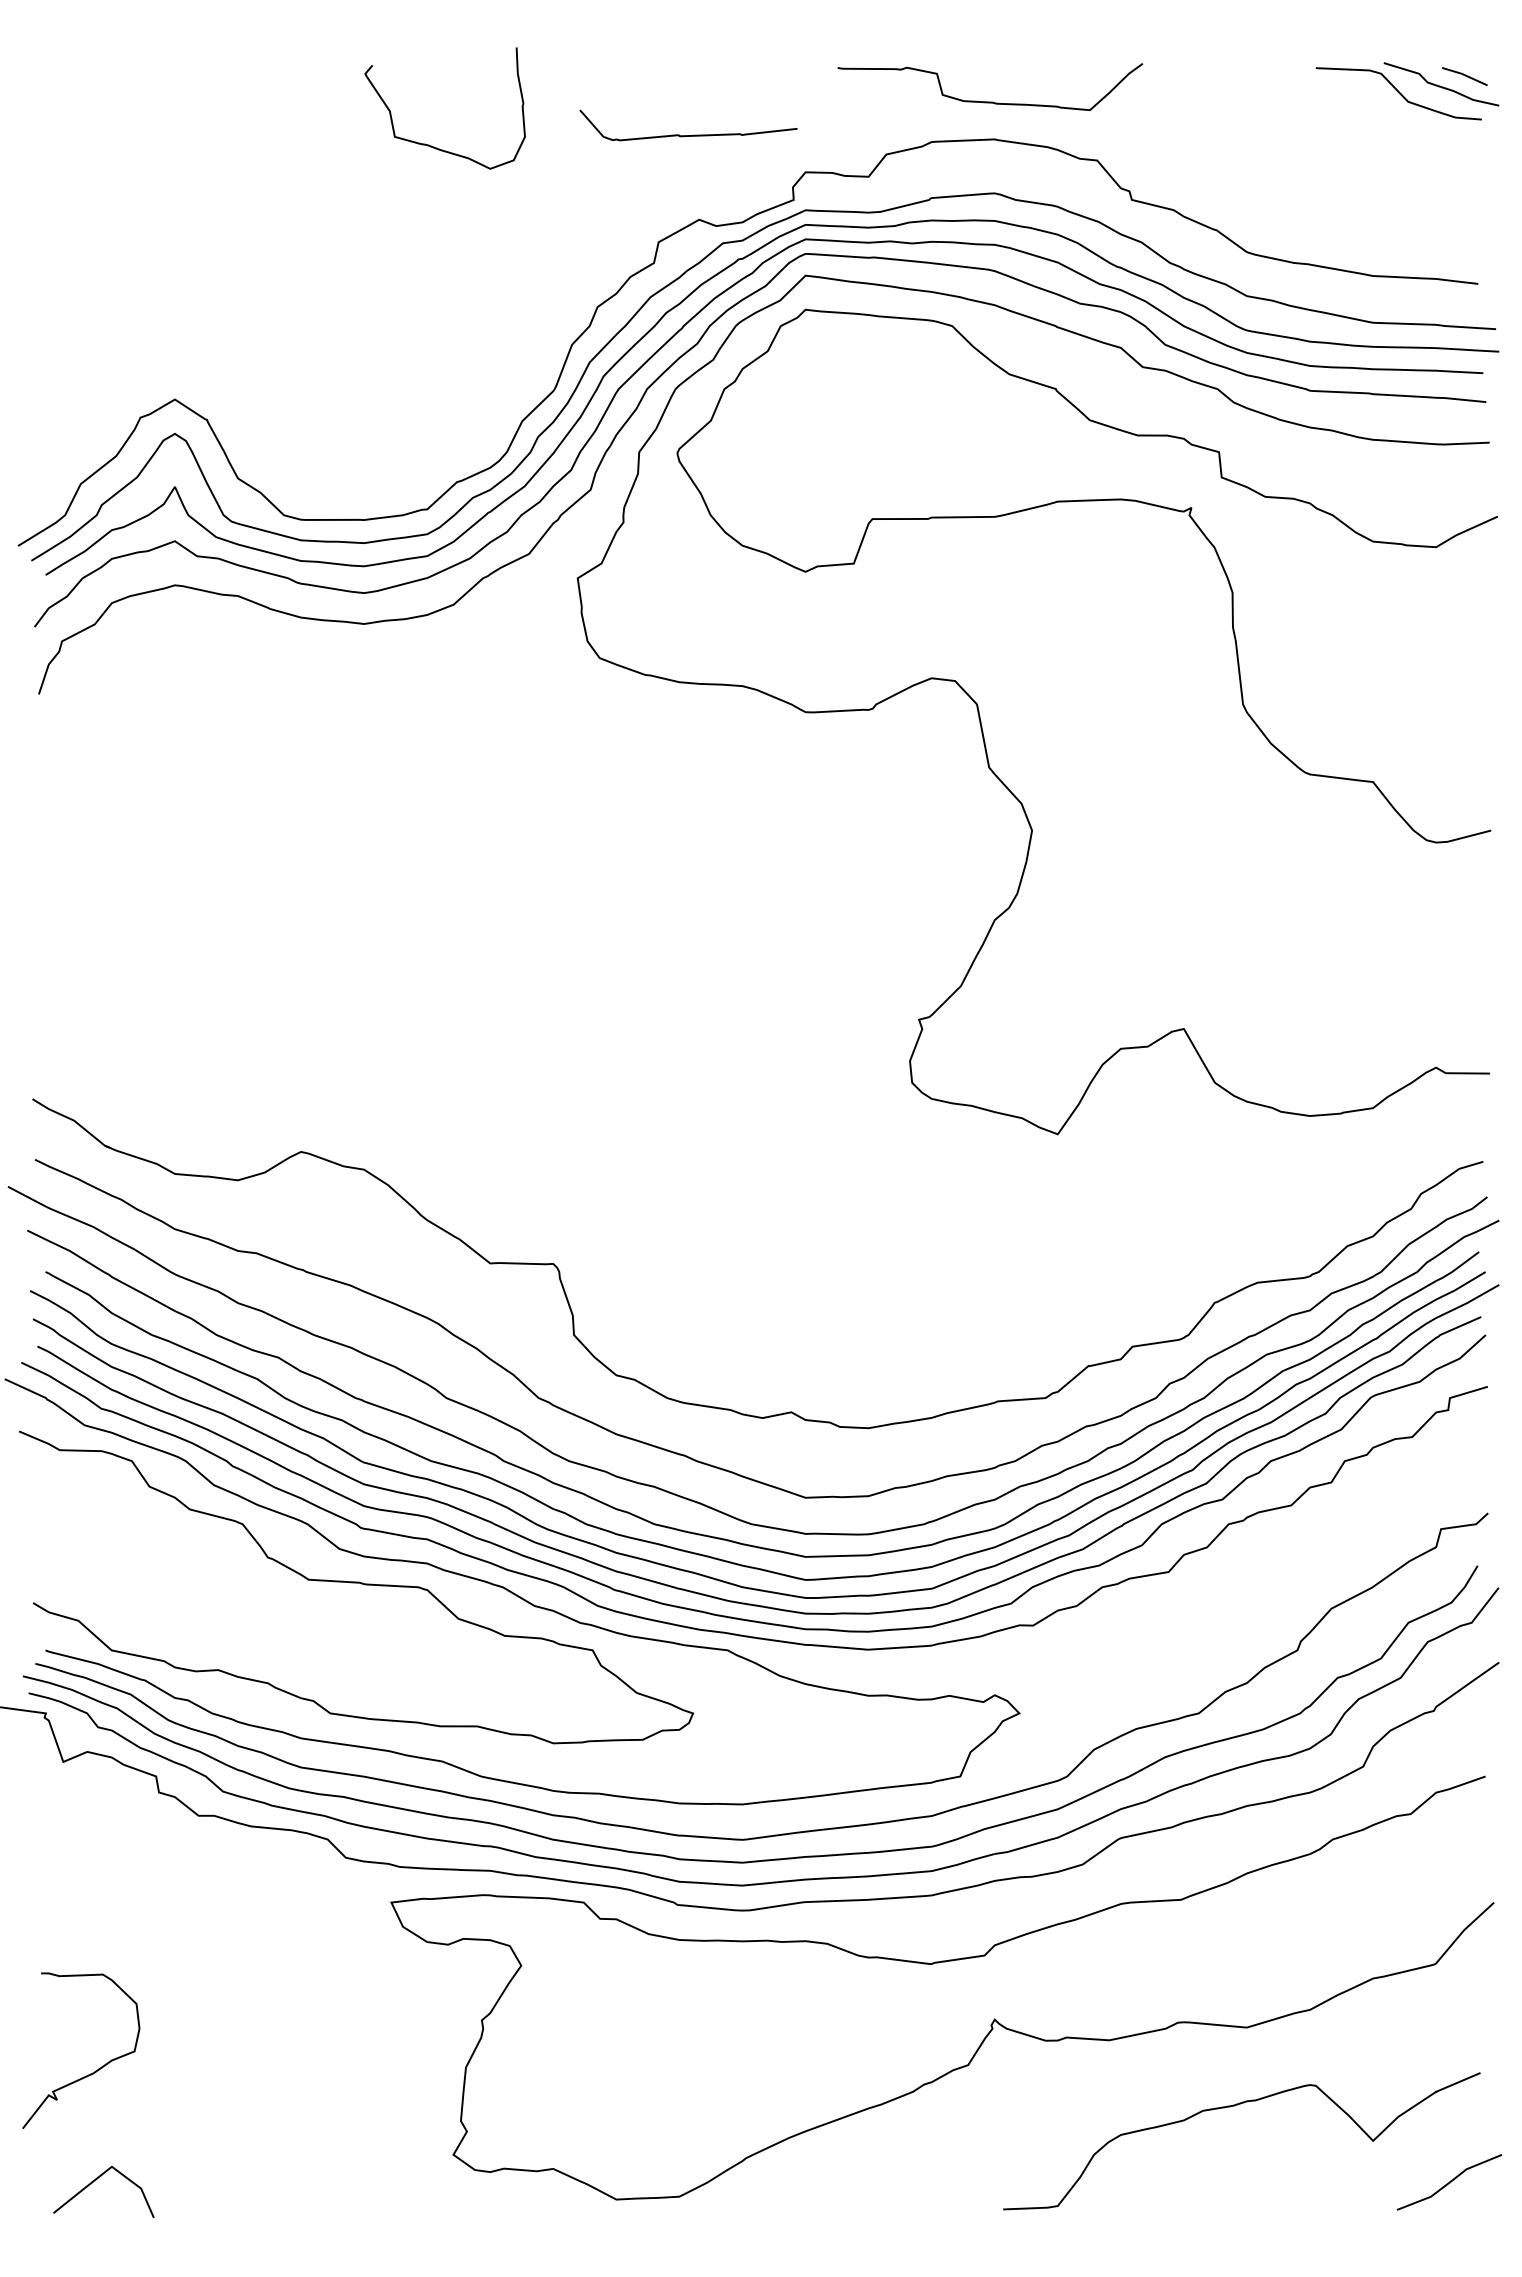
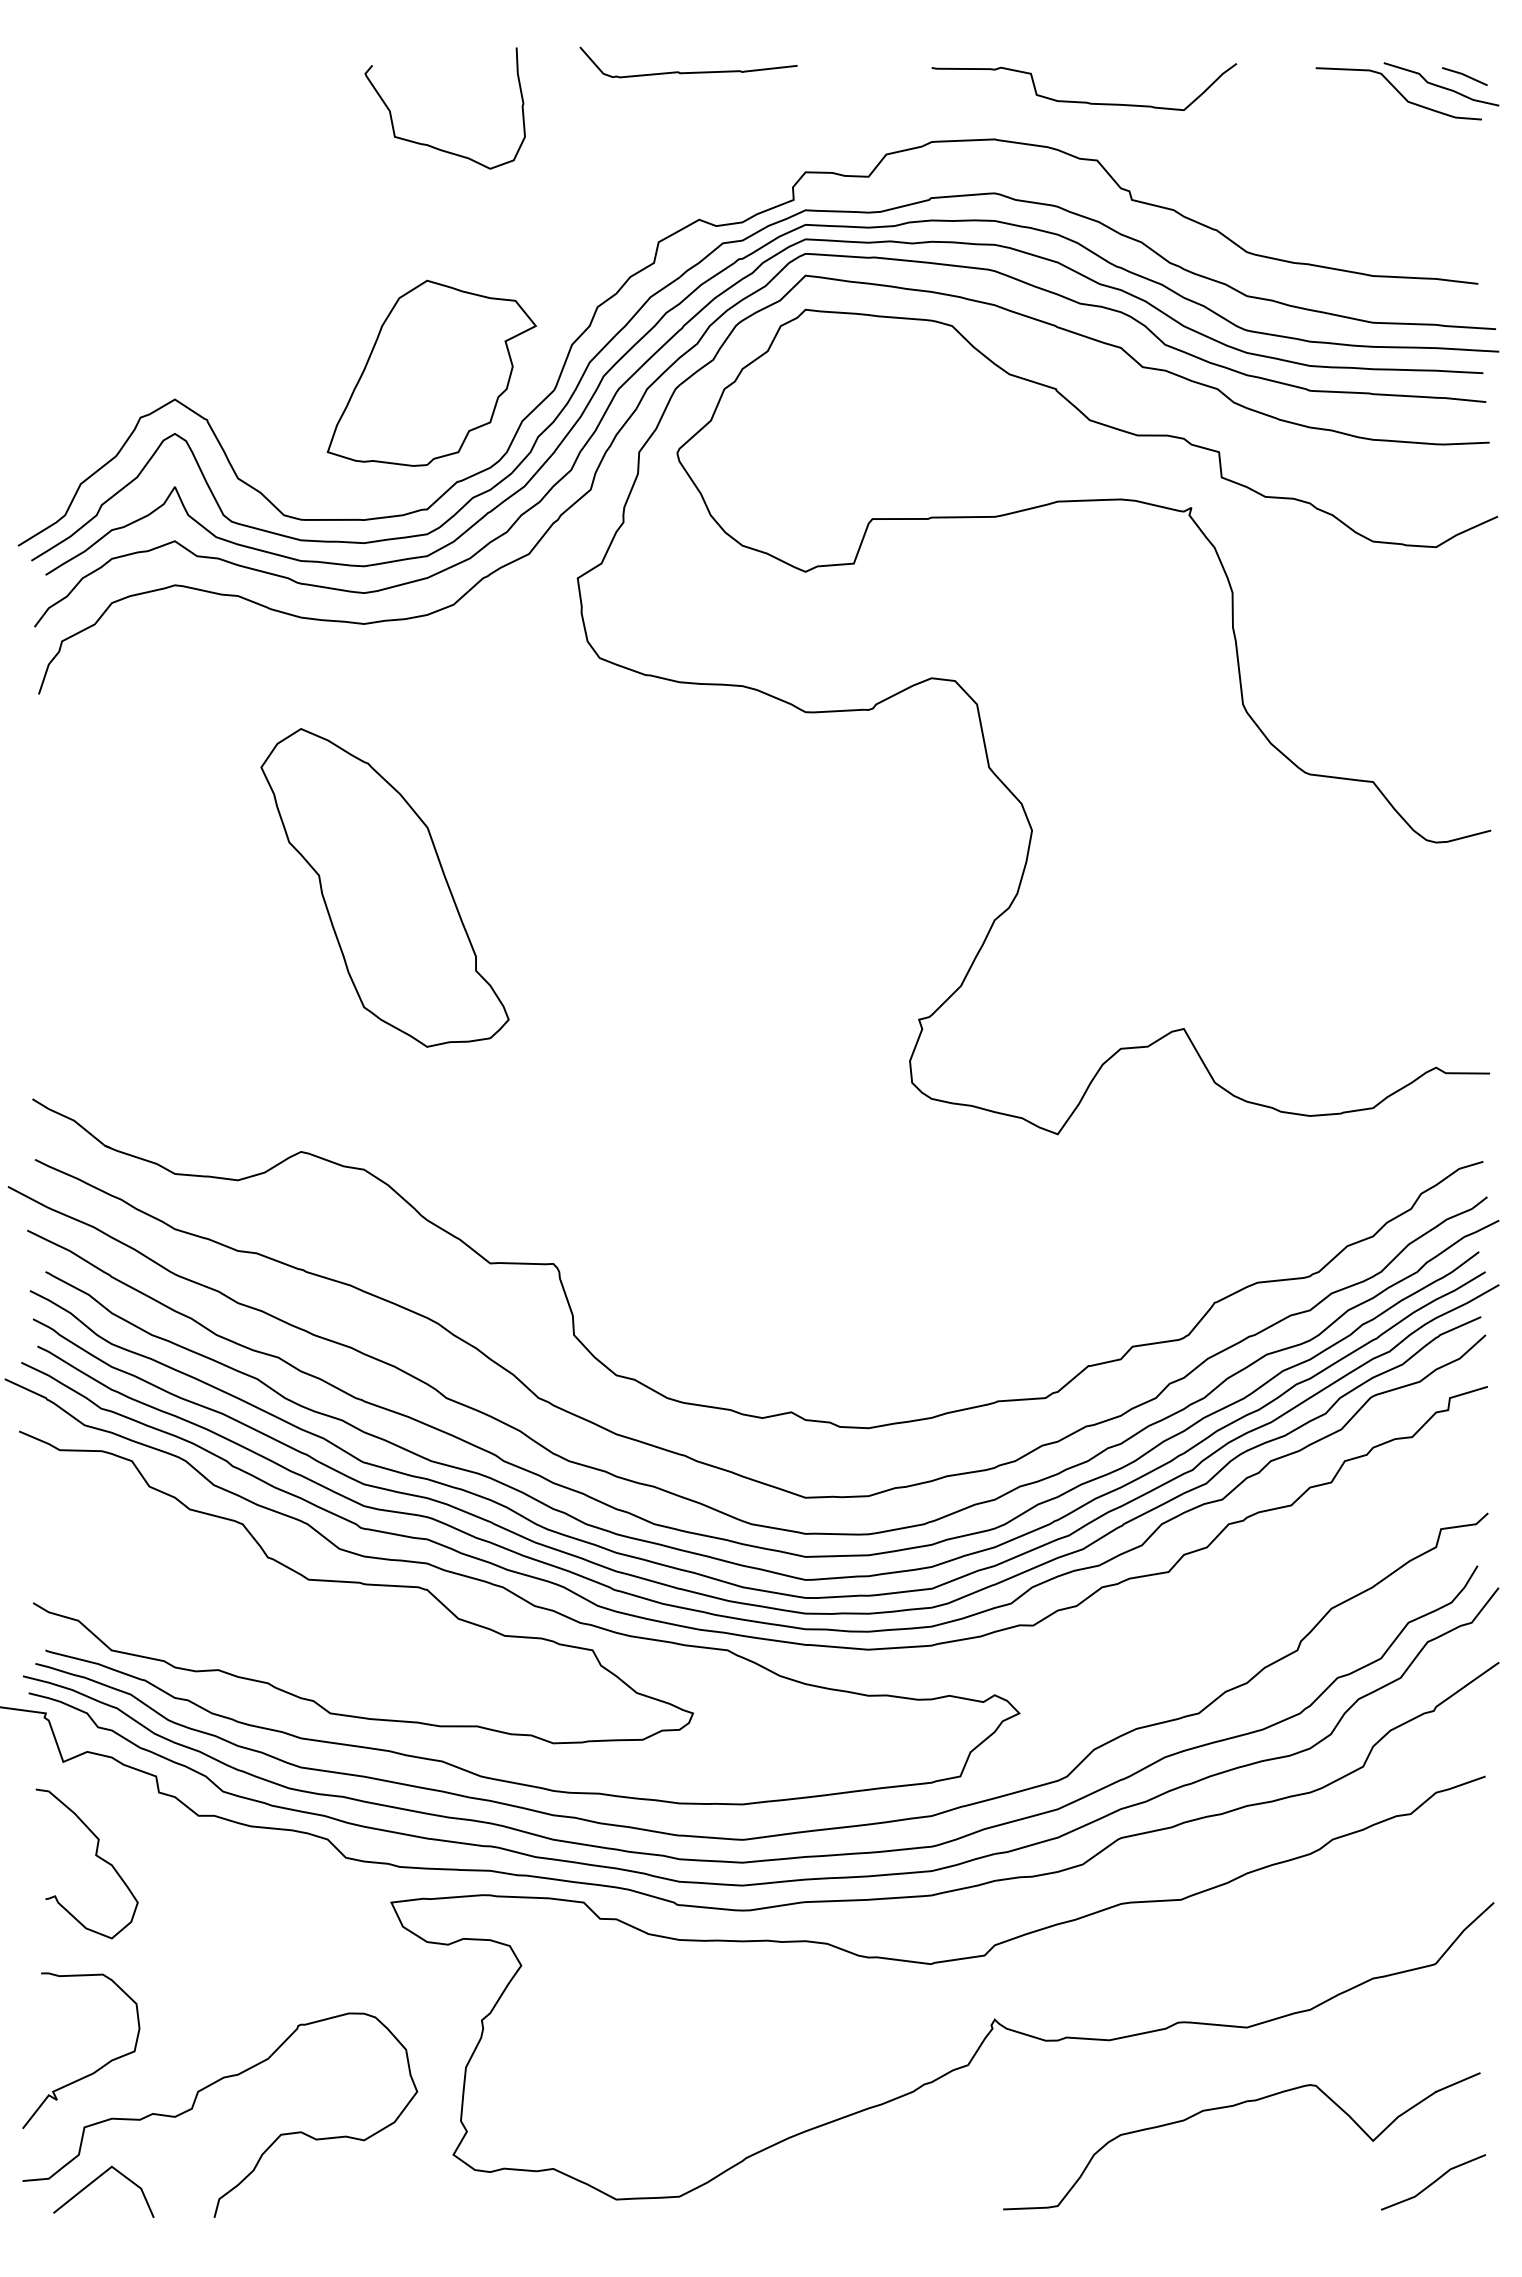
curve at (990, 101) position: (990, 101) -> (1084, 101)
curve at (688, 135) position: (688, 135) -> (688, 72)
part at (431, 372): none -> present
part at (384, 887): none -> present
curve at (95, 1855): none -> present
curve at (194, 2105): none -> present
line at (1449, 2182) position: (1449, 2182) -> (1433, 2182)
